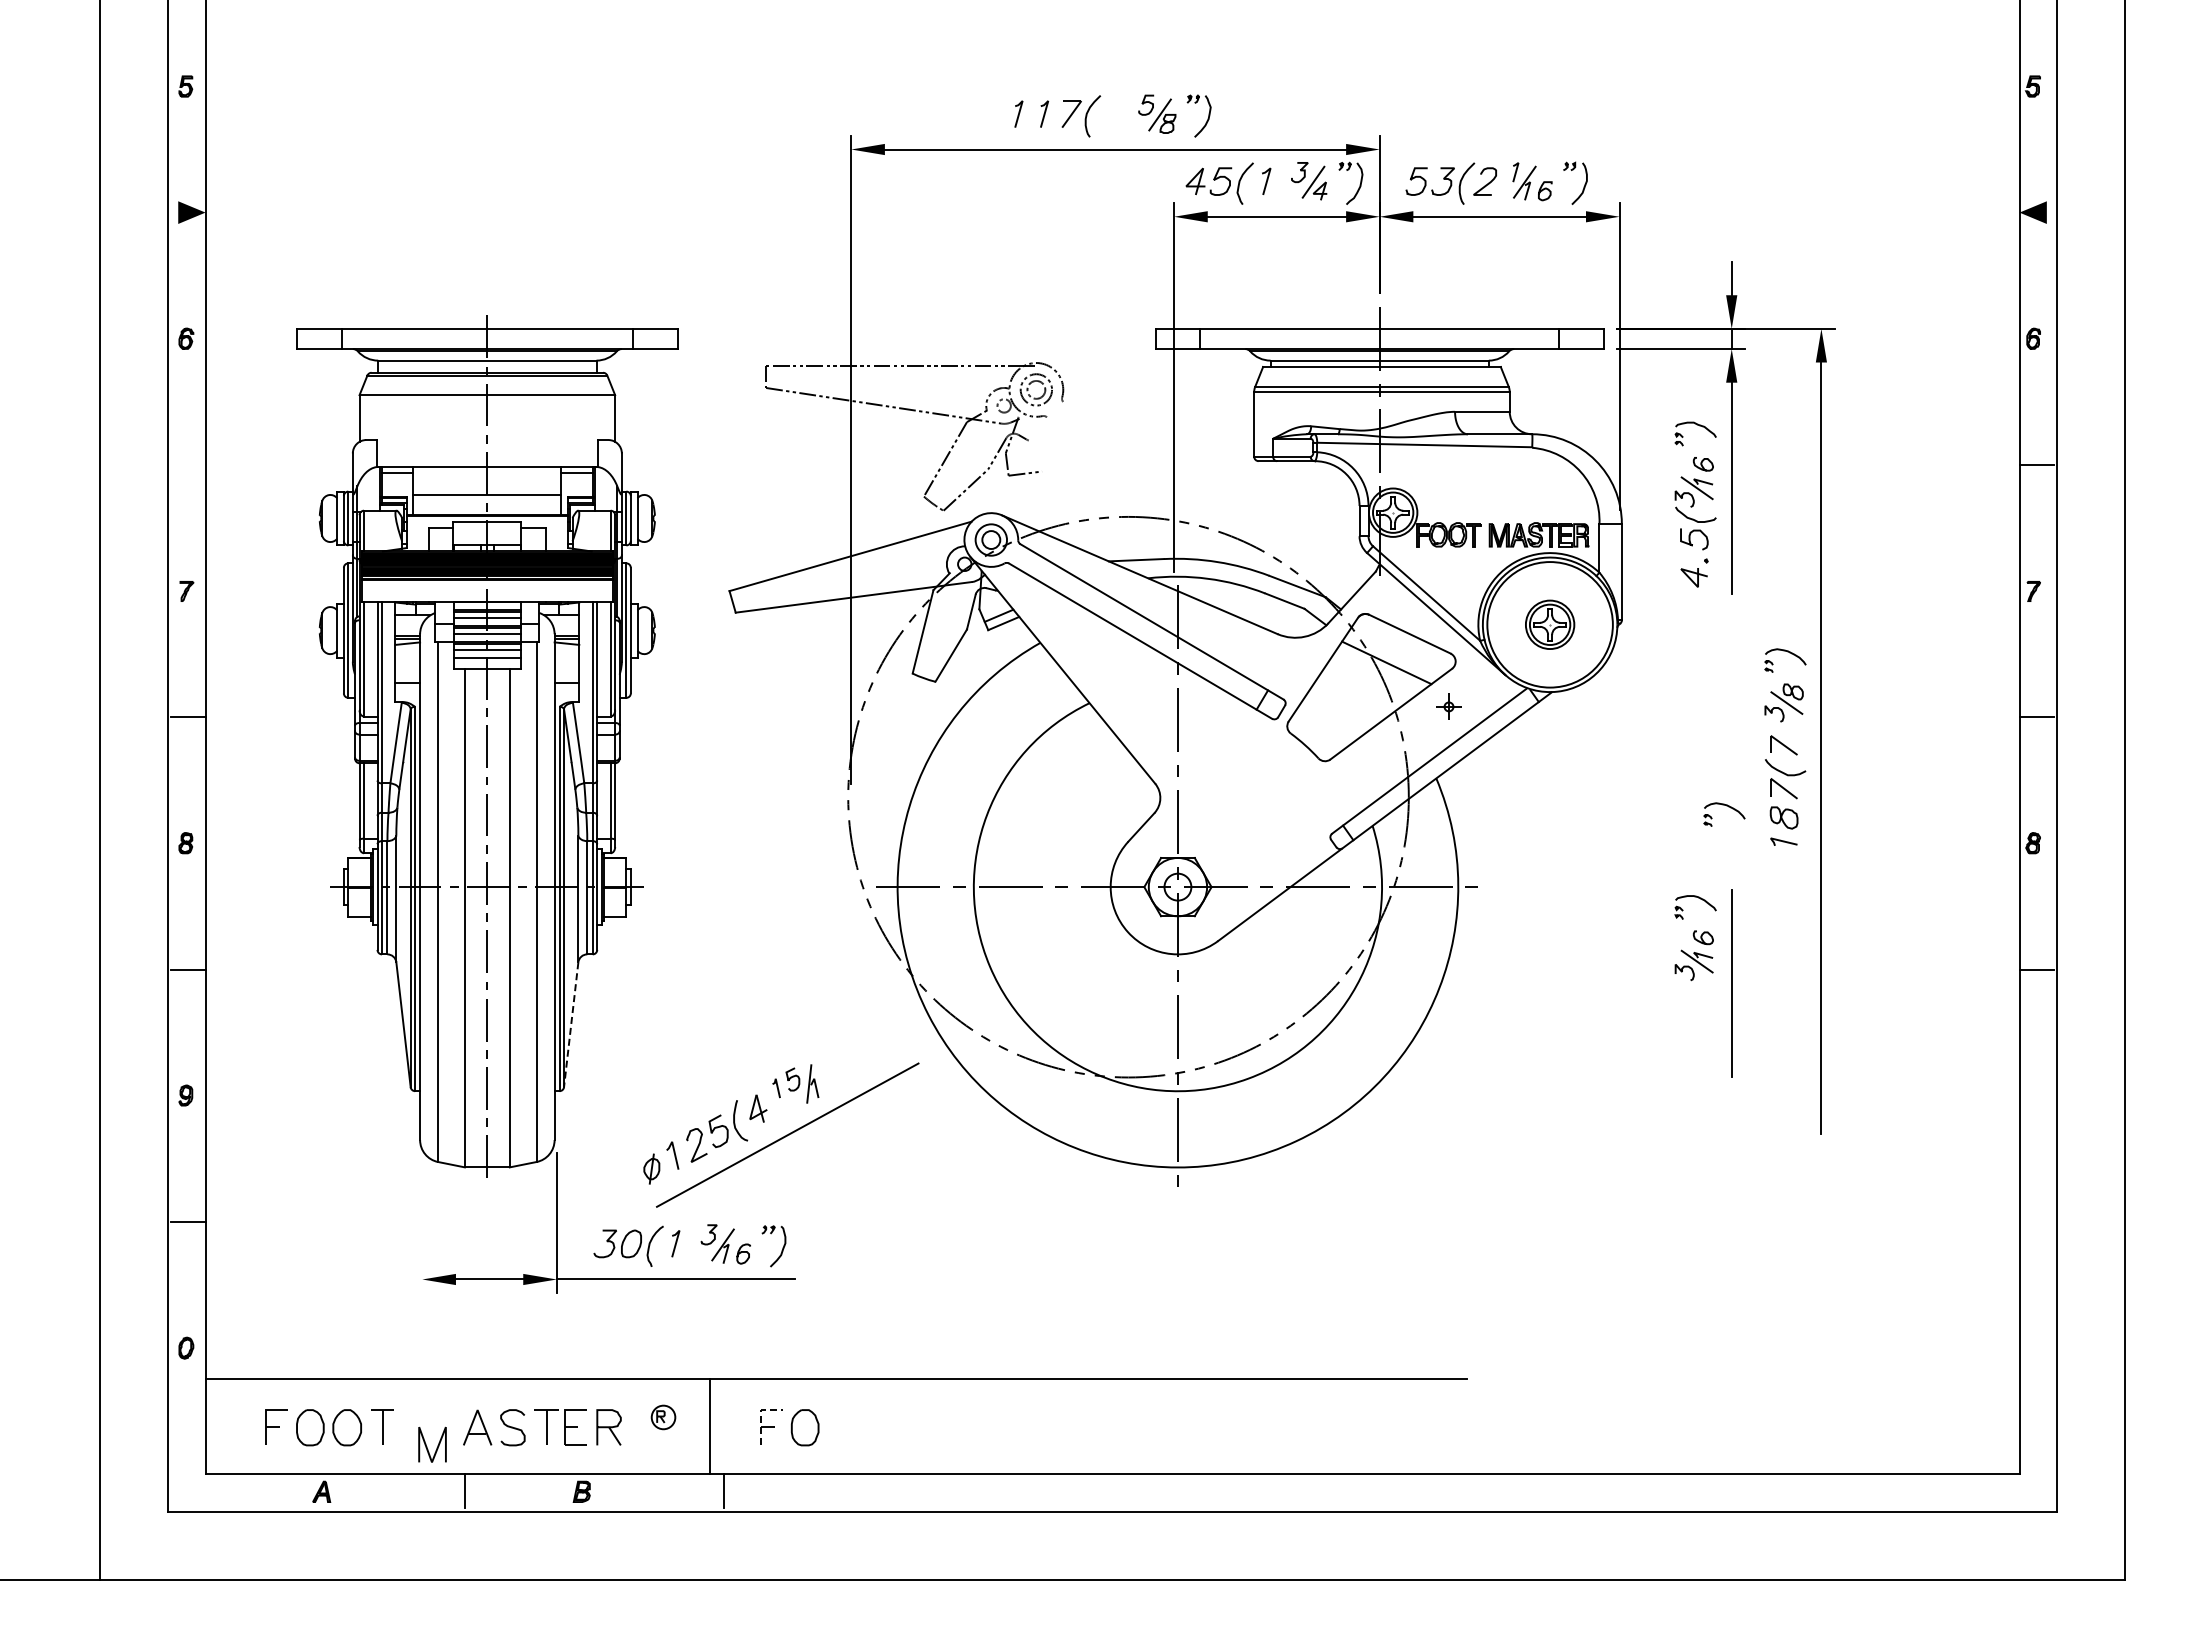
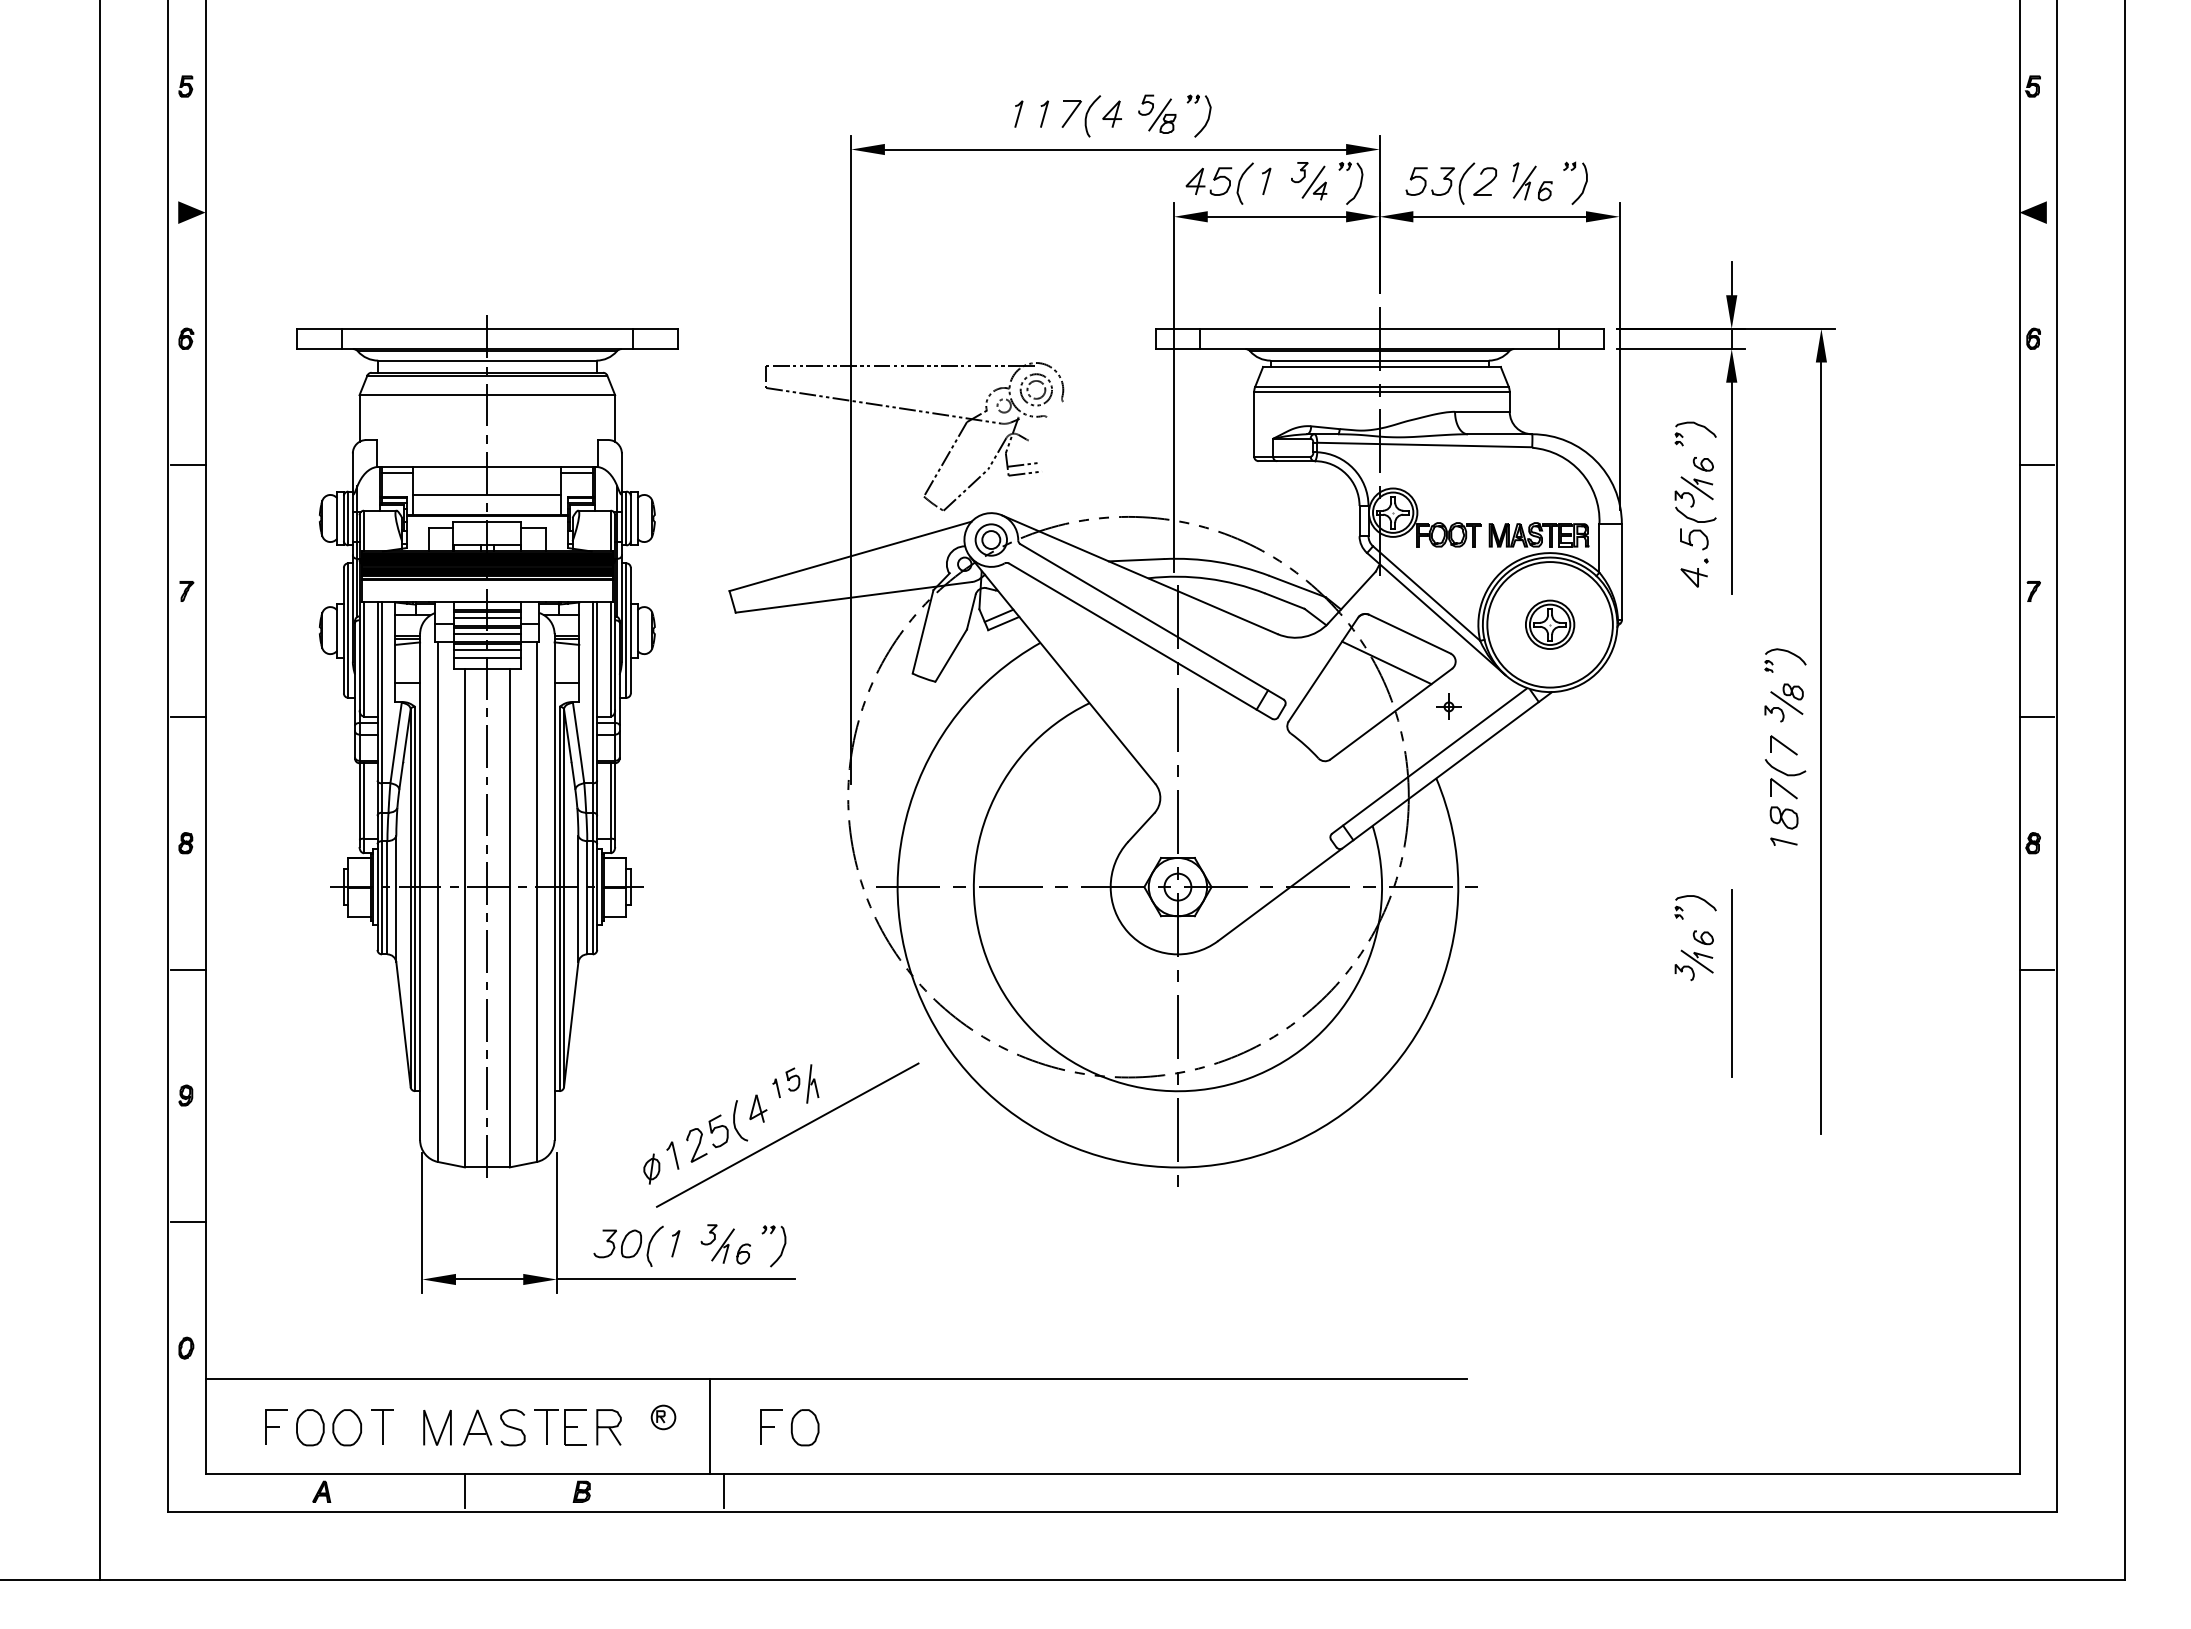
part at (1111, 113): none -> present
line at (188, 464): none -> present
line at (1022, 464): none -> present
part at (1728, 807): present -> none
line at (571, 1024): dashed -> solid
line at (422, 1222): none -> present
line at (760, 1415): dashed -> solid
line at (436, 1447) position: (436, 1447) -> (441, 1430)
